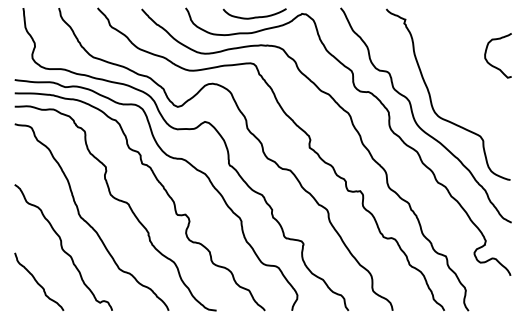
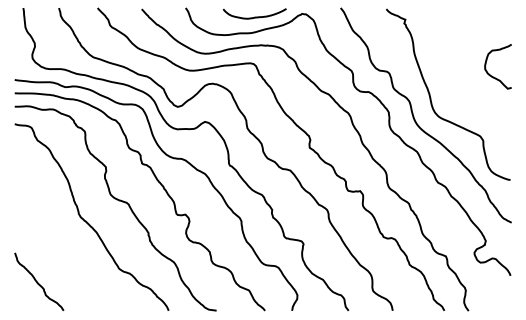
curve at (492, 64) position: (492, 64) -> (492, 75)
curve at (62, 247): present -> none
